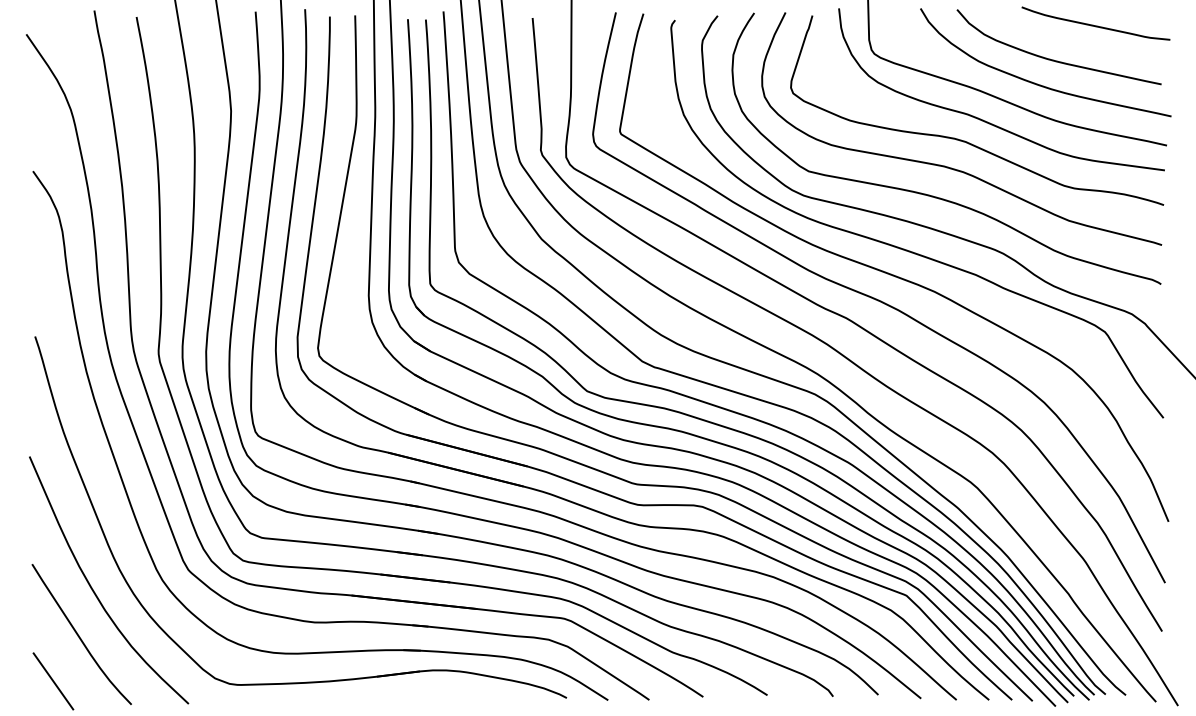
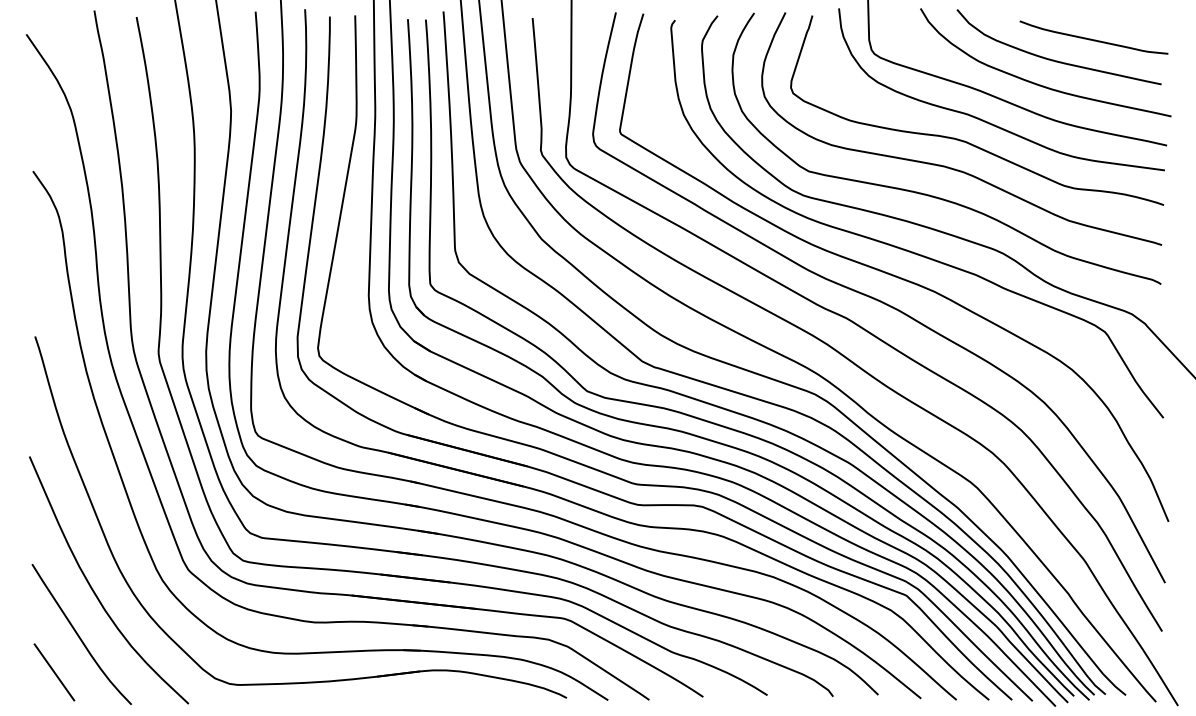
curve at (1095, 25) position: (1095, 25) -> (1093, 39)
line at (53, 681) position: (53, 681) -> (54, 672)
